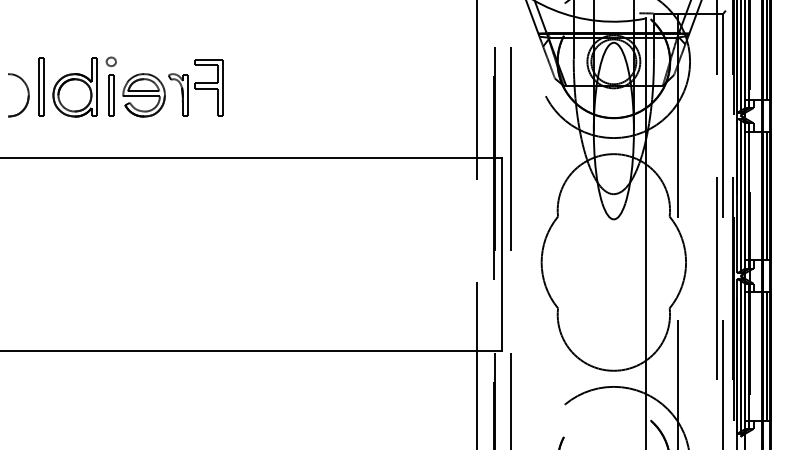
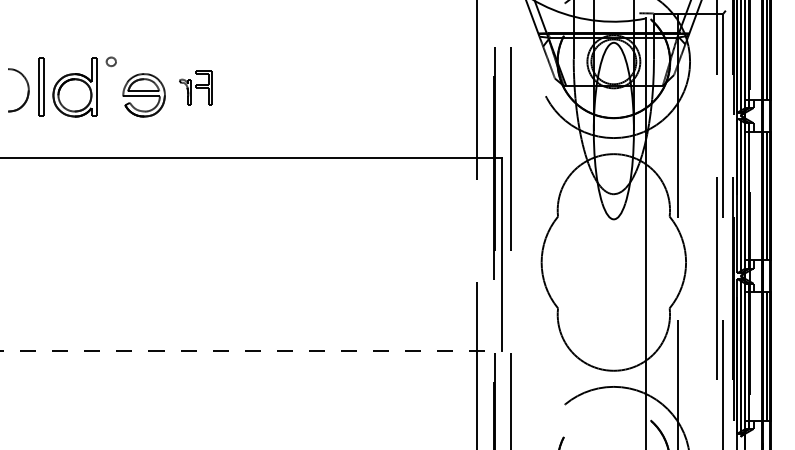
part at (195, 87) size: 56x58 px -> 34x36 px
part at (27, 95) position: (27, 95) -> (27, 90)
part at (111, 95): present -> none
line at (251, 350): solid -> dashed
